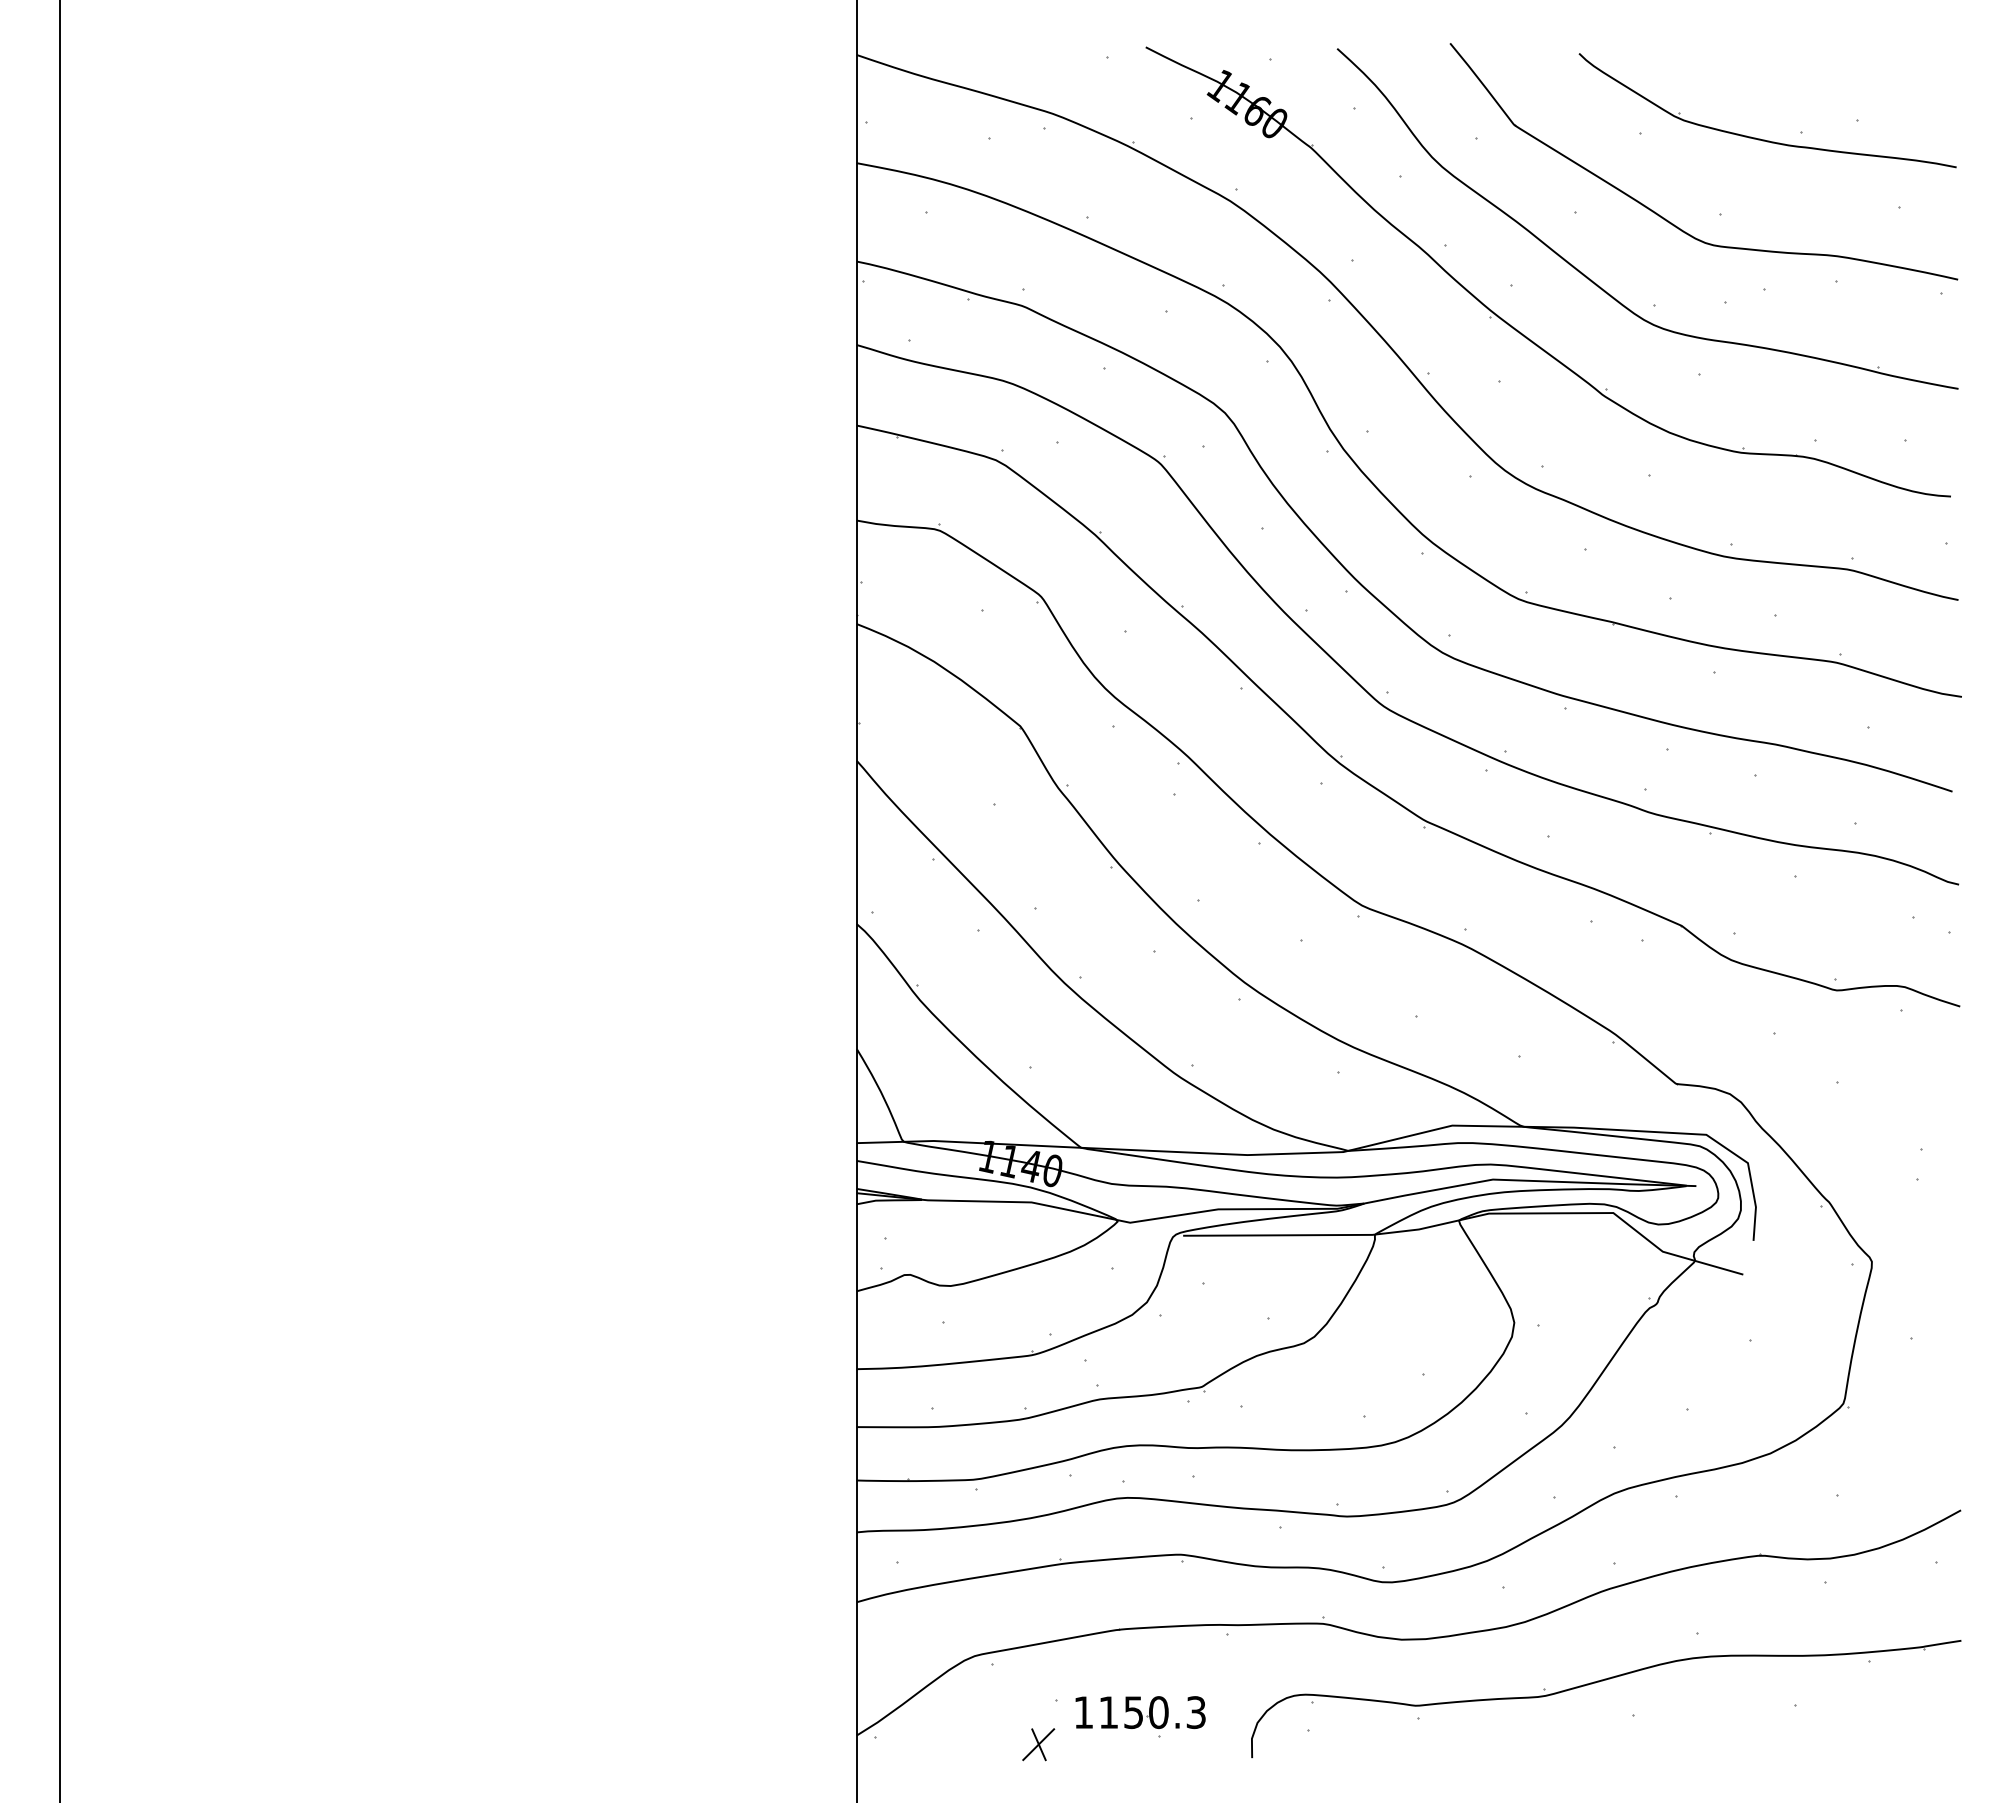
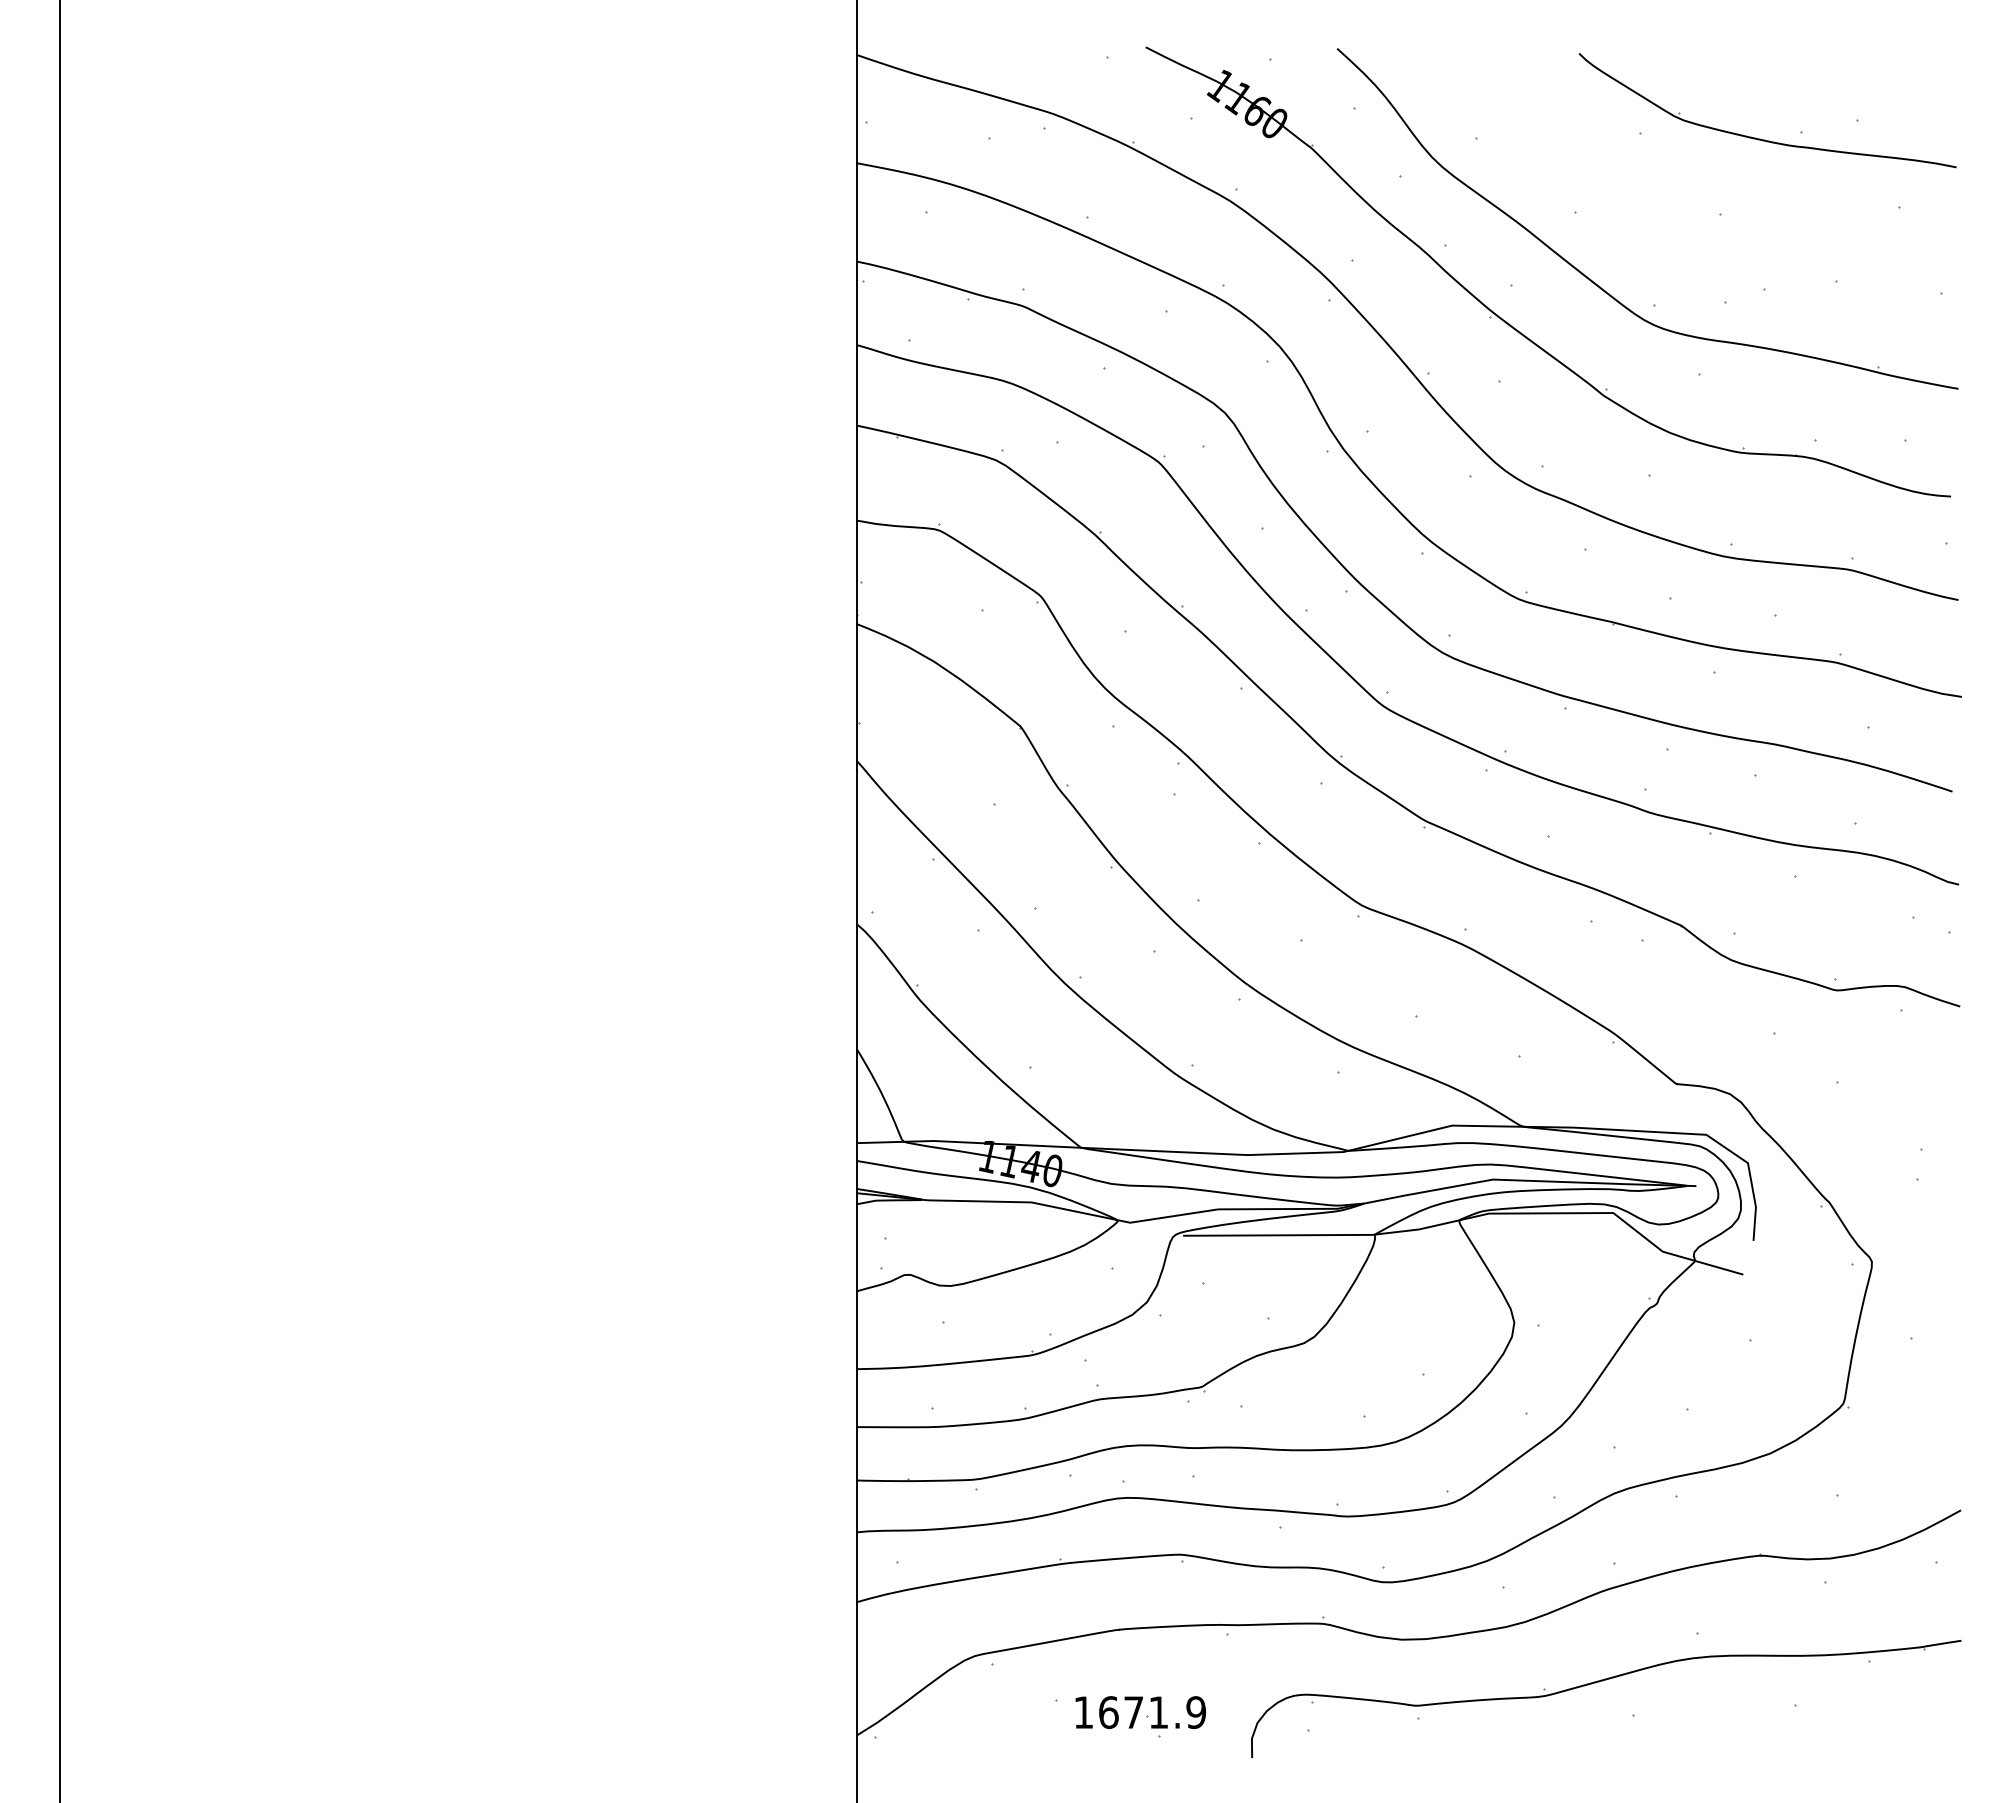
part at (1665, 218): present -> none
text at (1152, 1712): 1150.3 -> 1671.9
part at (1038, 1744): present -> none
